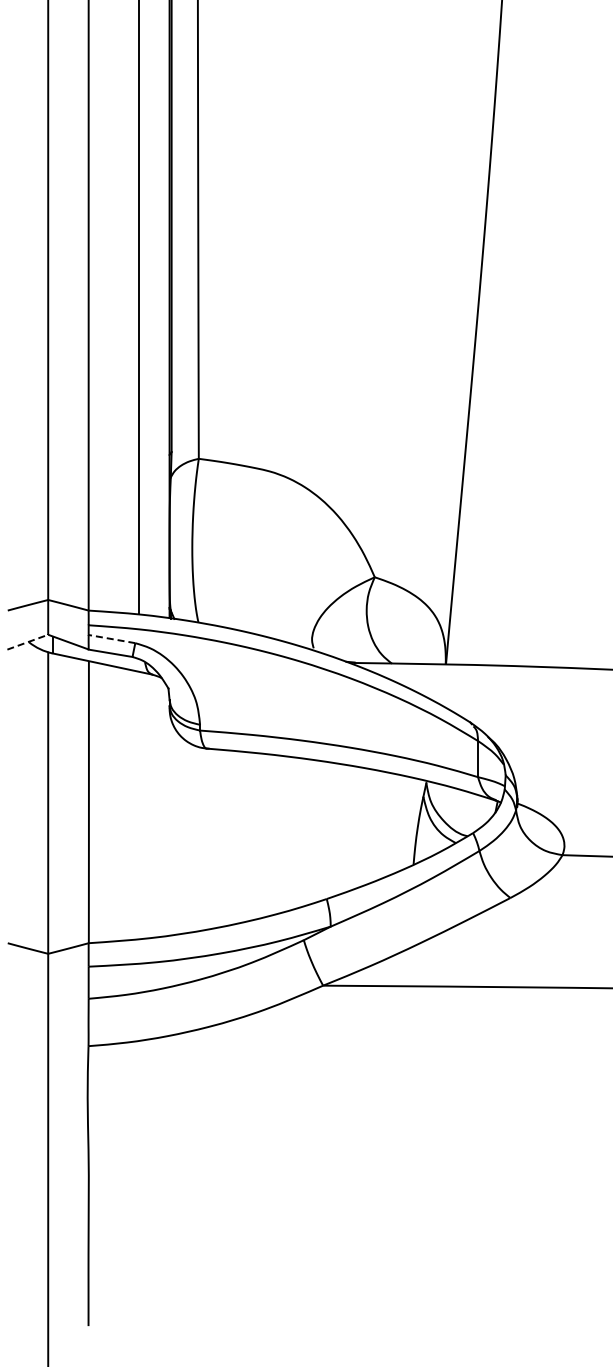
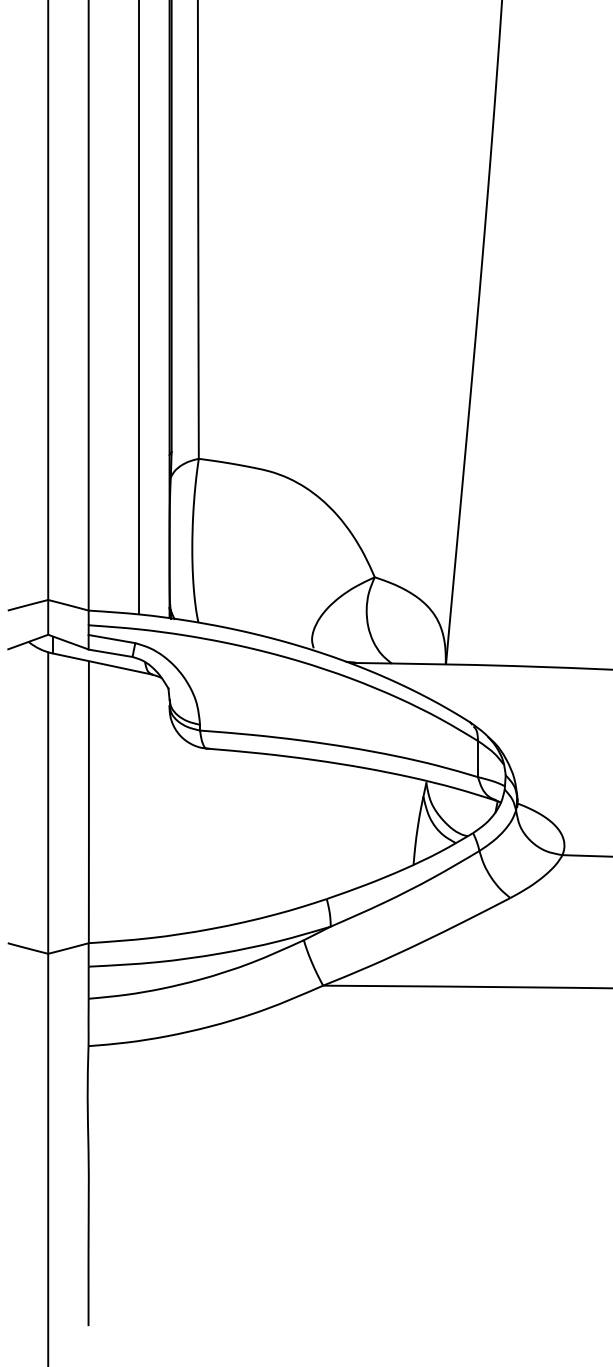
line at (112, 639): dashed -> solid
line at (27, 642): dashed -> solid
